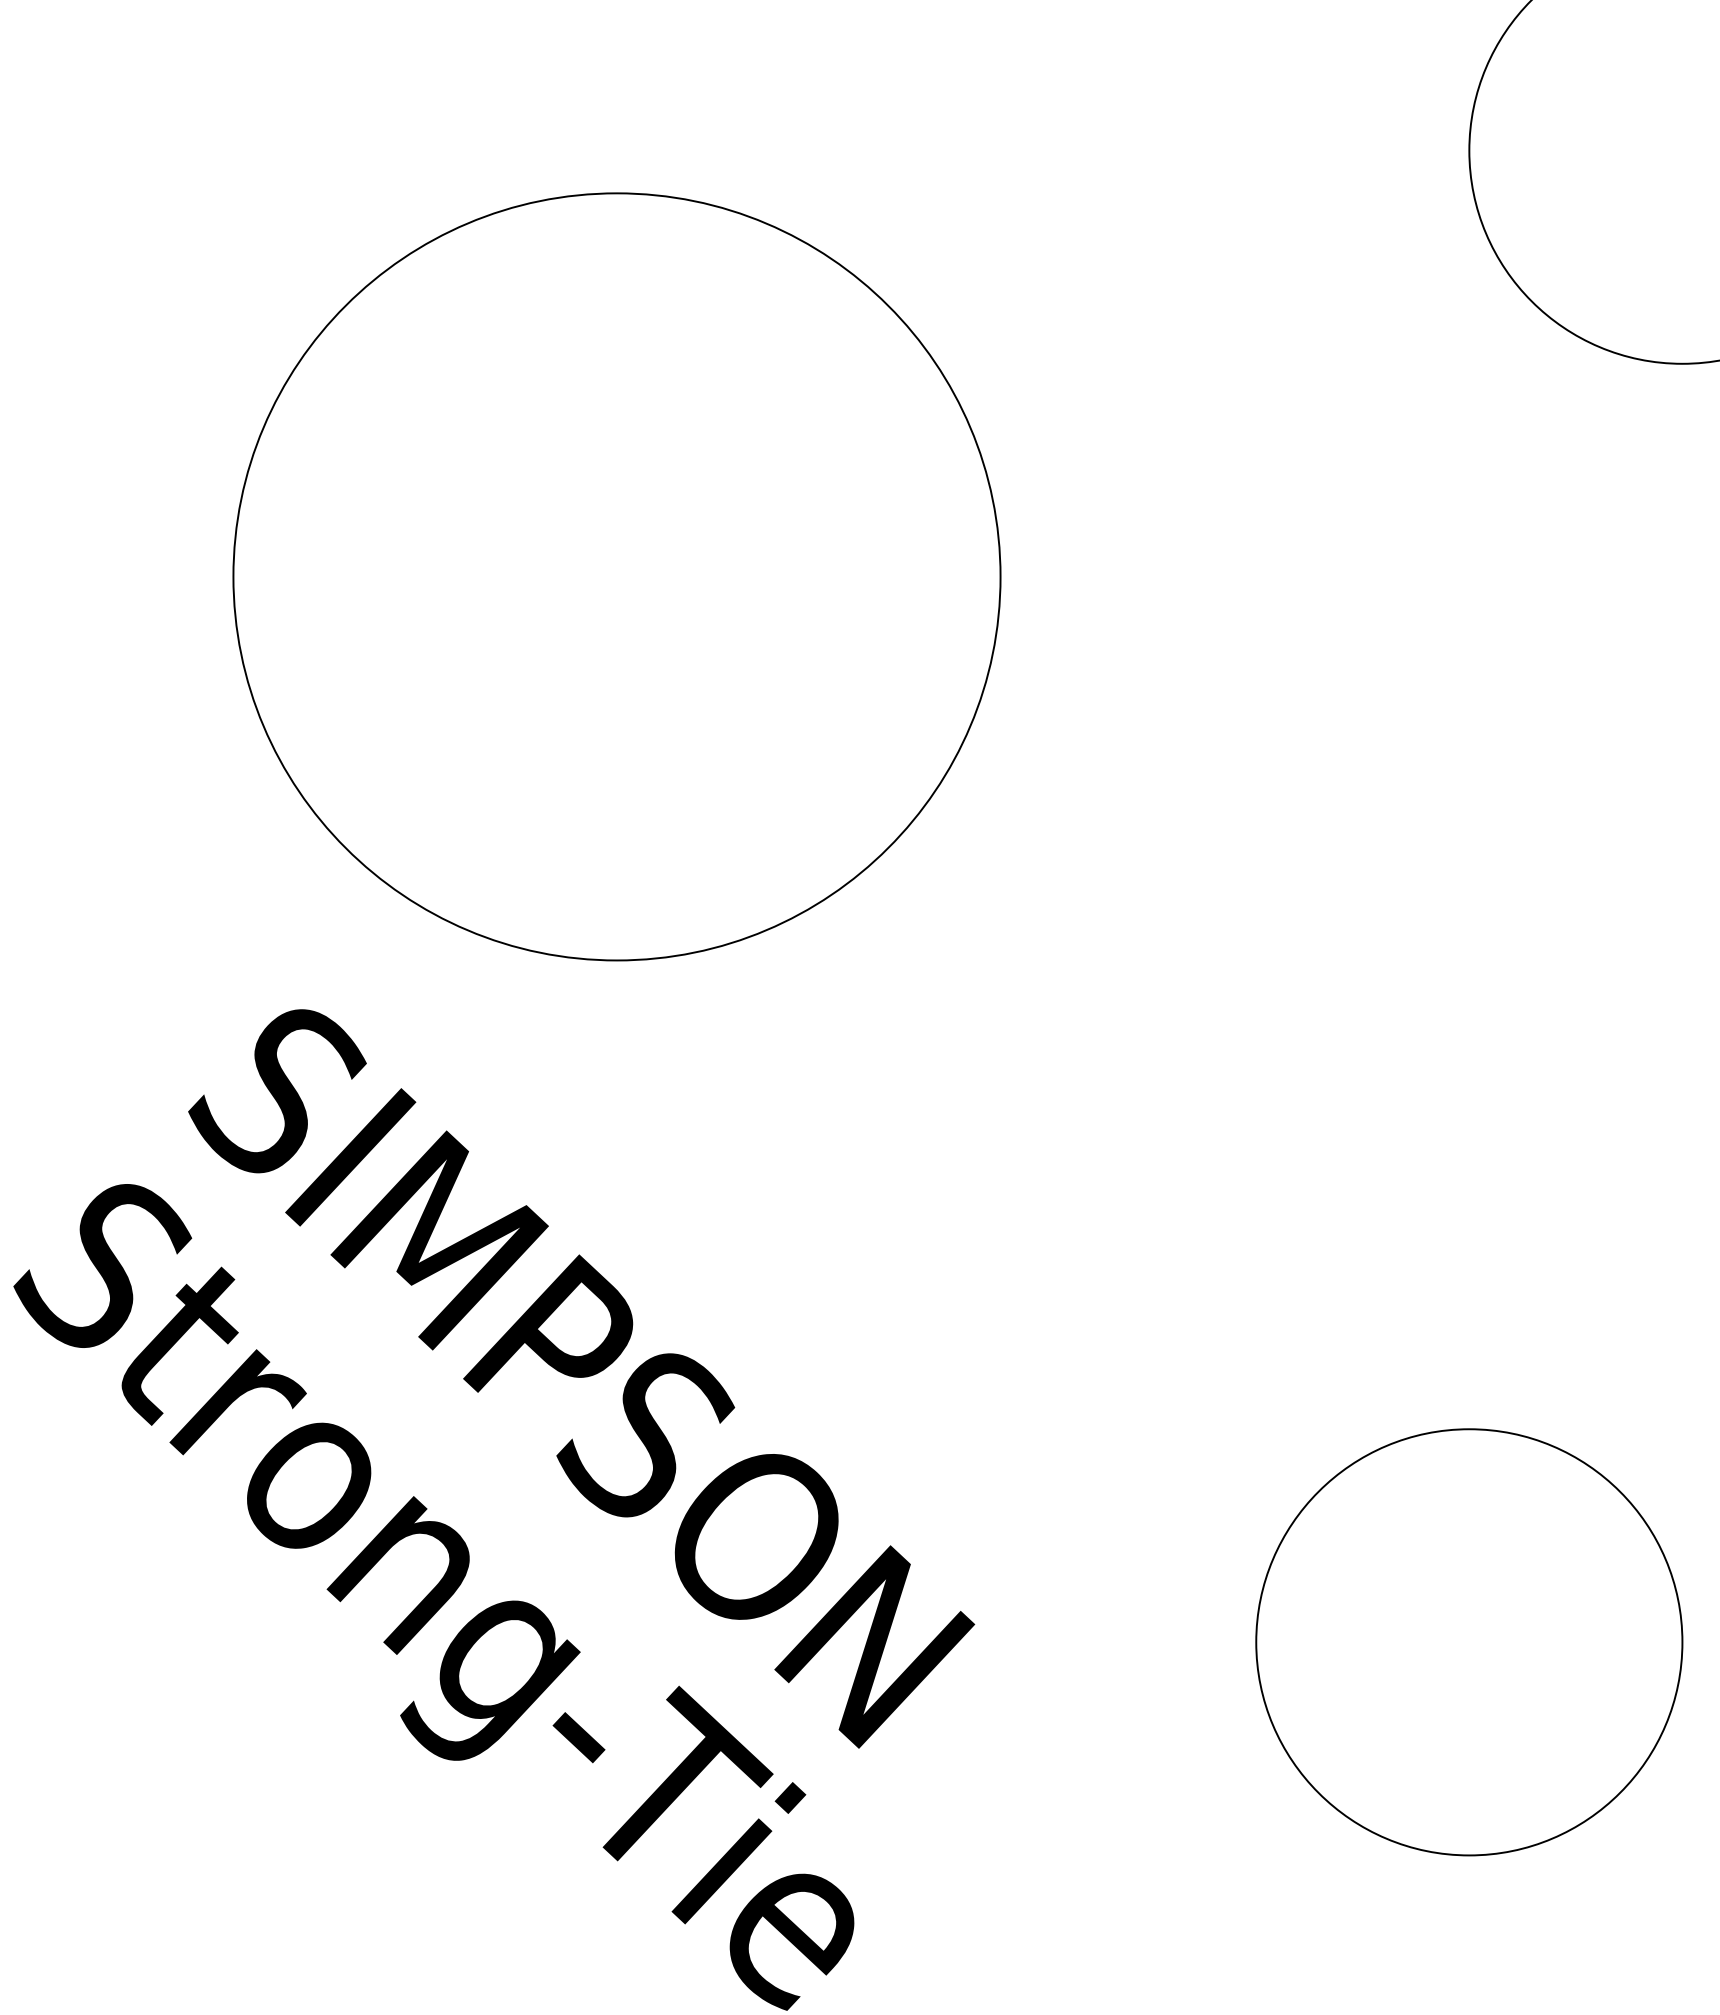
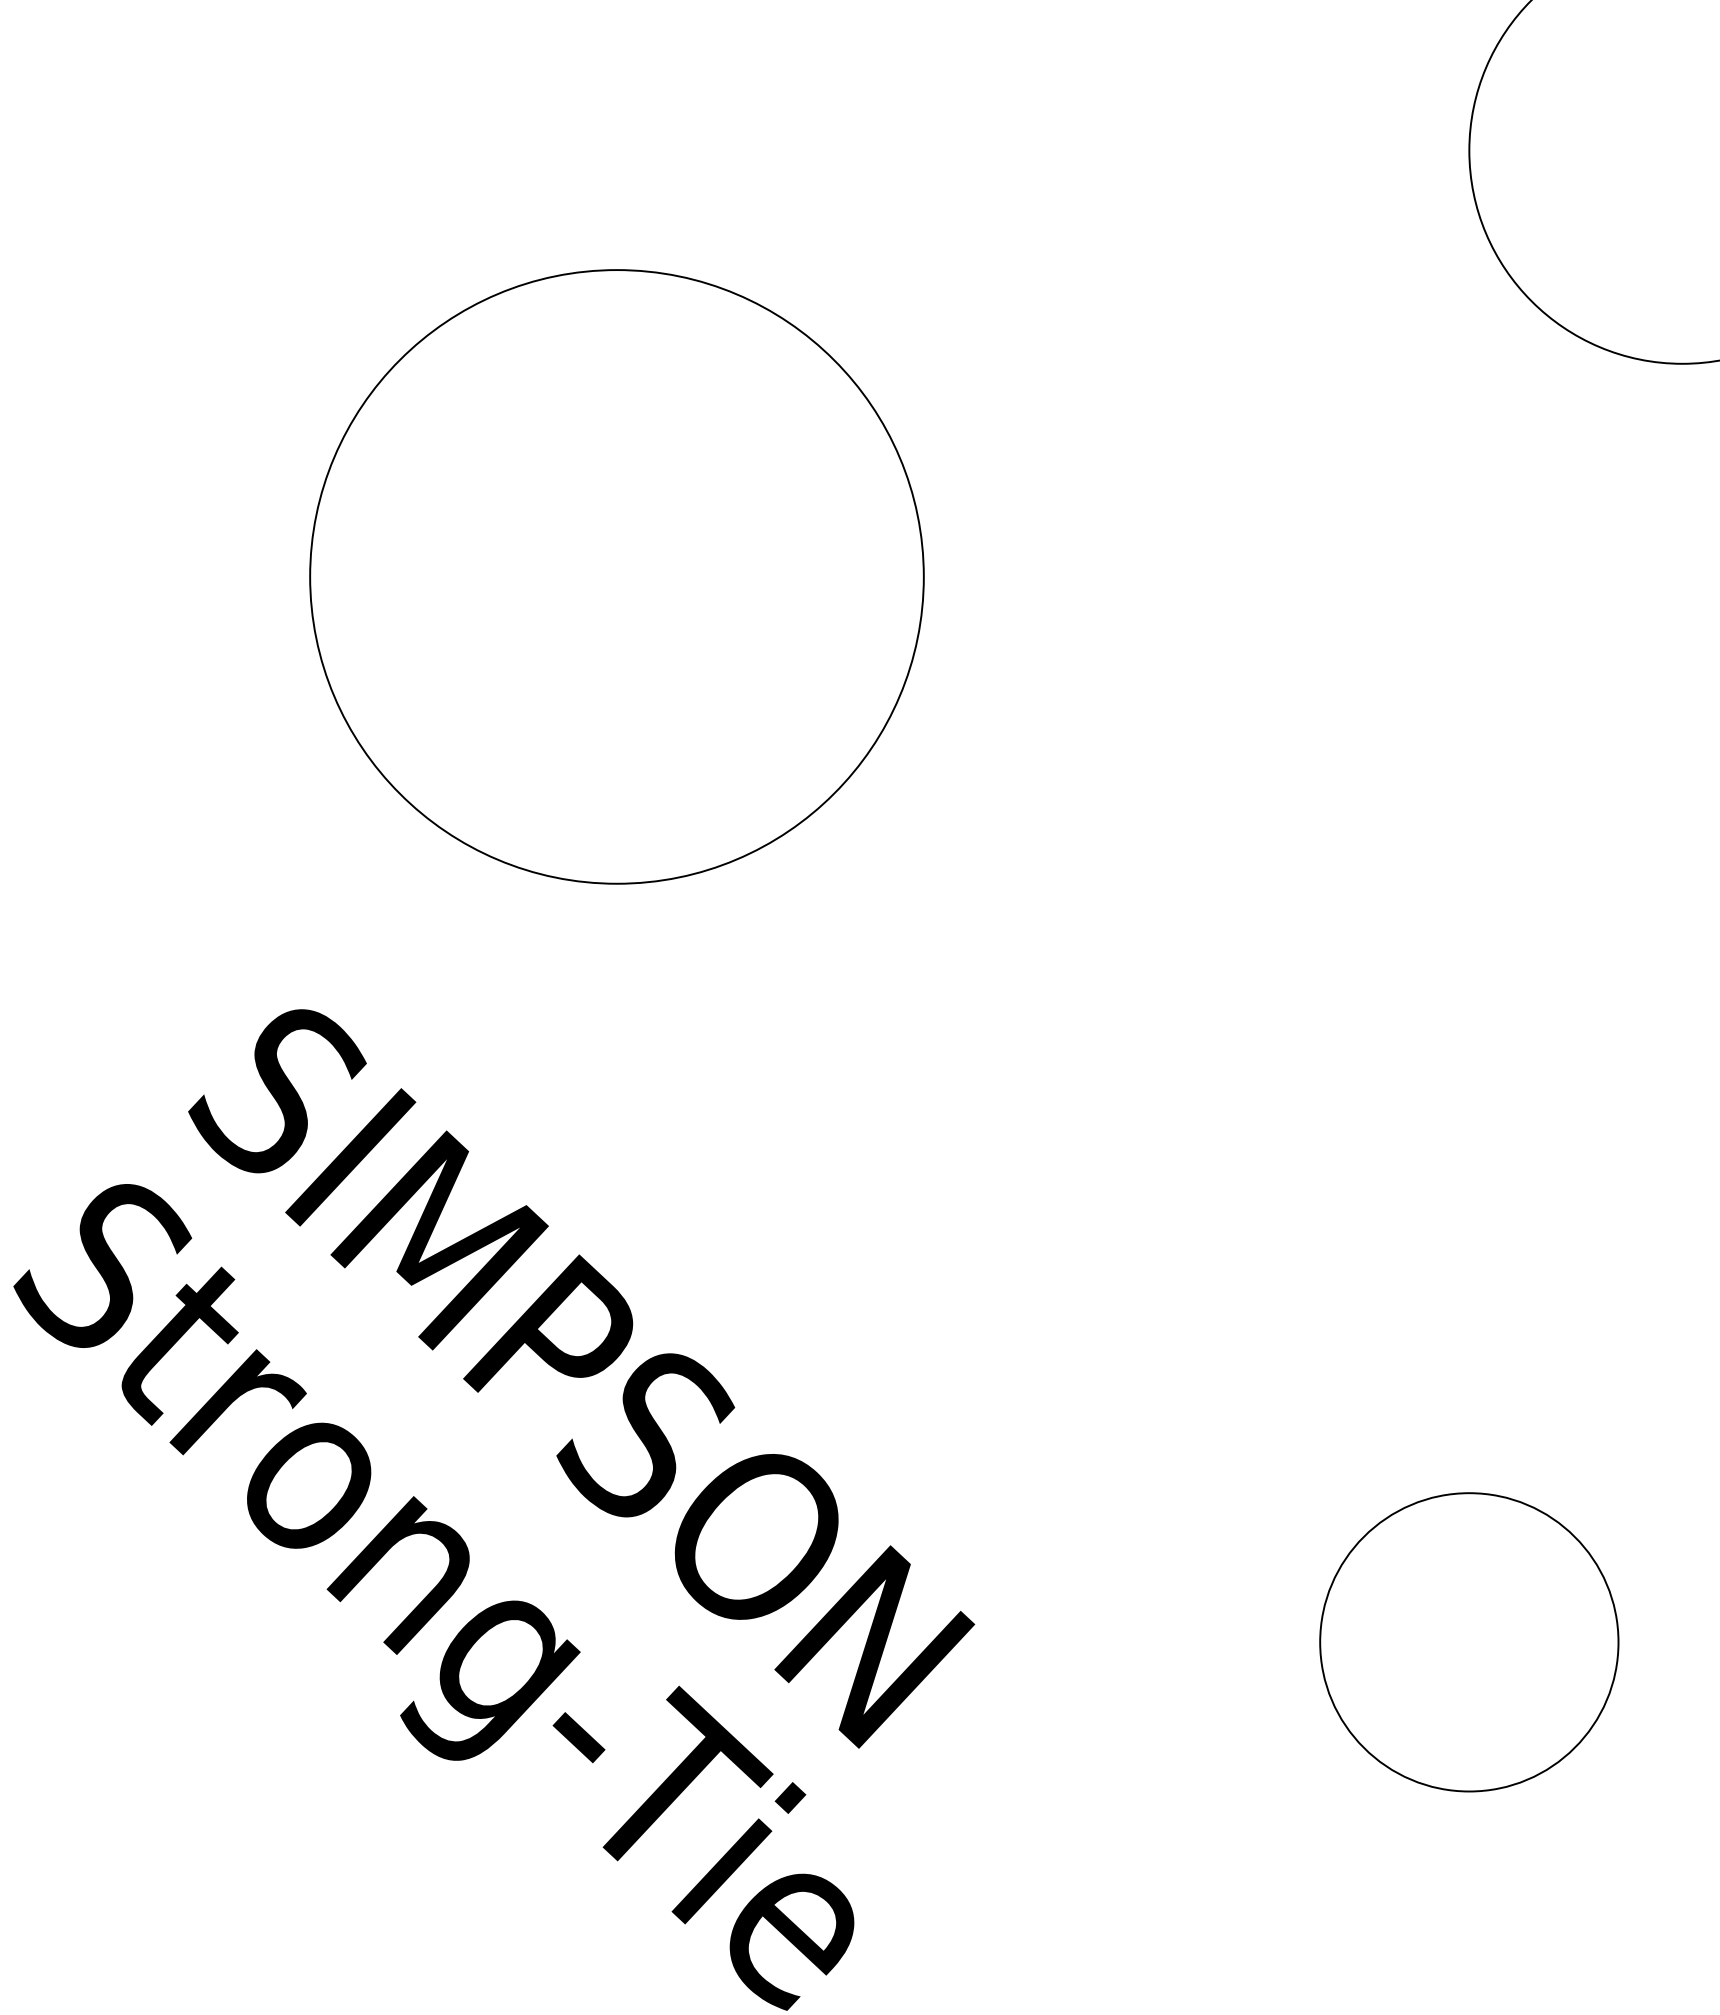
circle at (616, 576) size: 770x770 px -> 616x616 px
circle at (1469, 1642) diameter: 426 px -> 298 px
